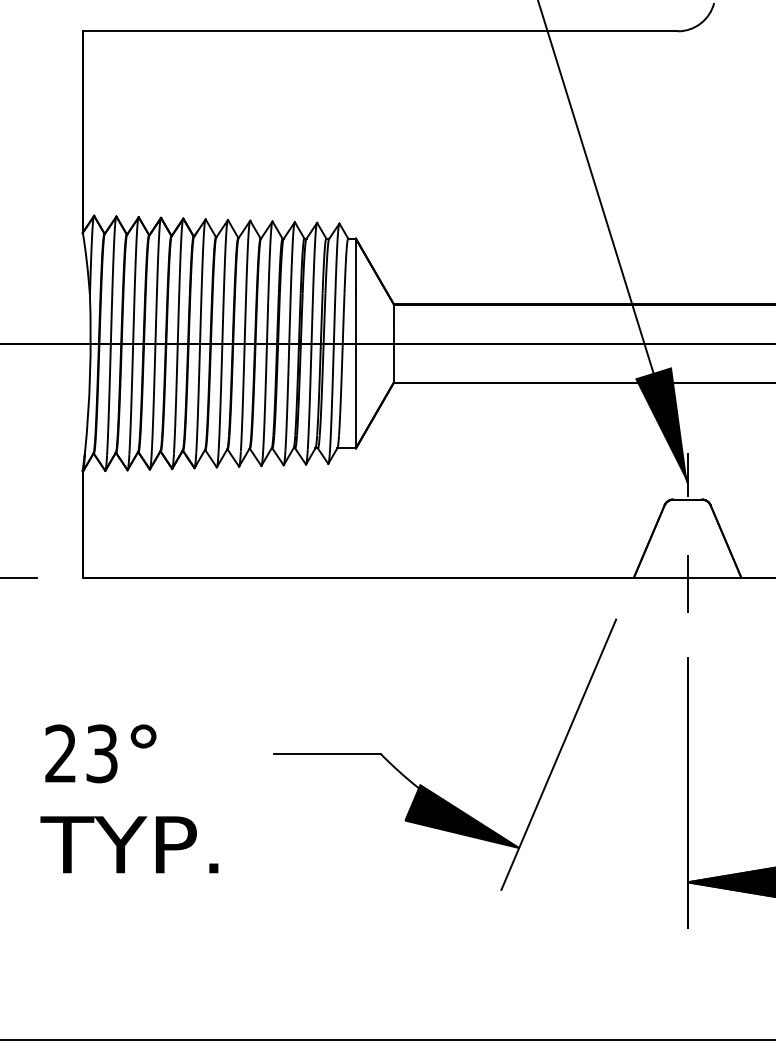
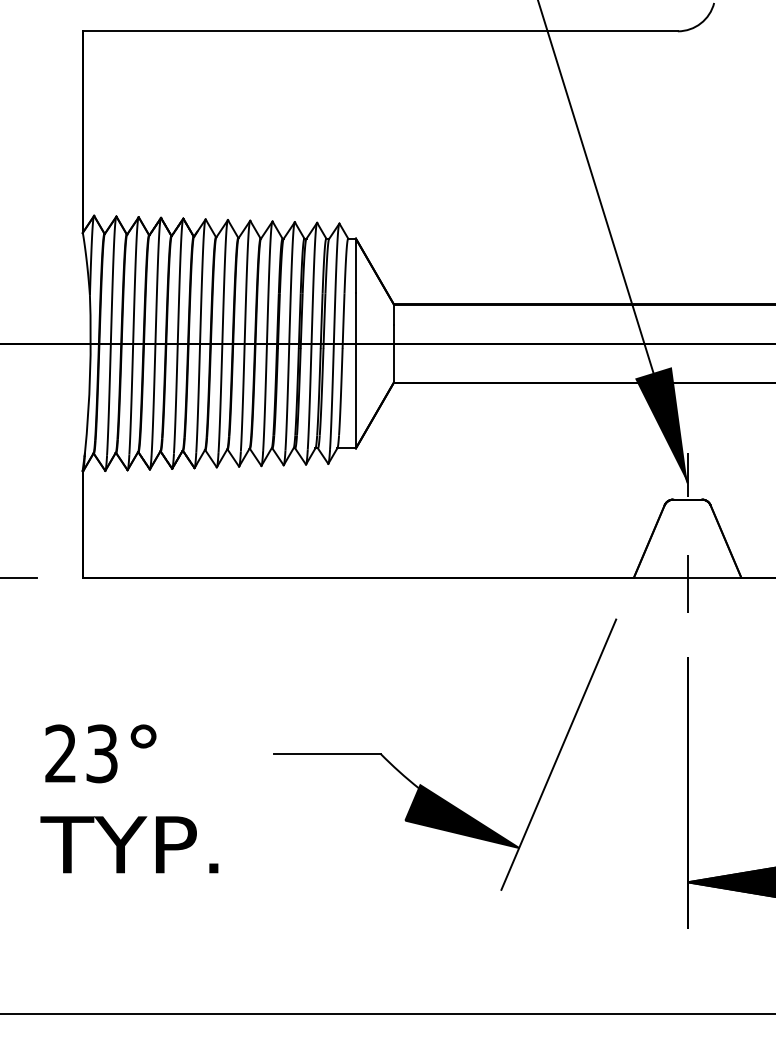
line at (387, 1039) position: (387, 1039) -> (387, 1013)
